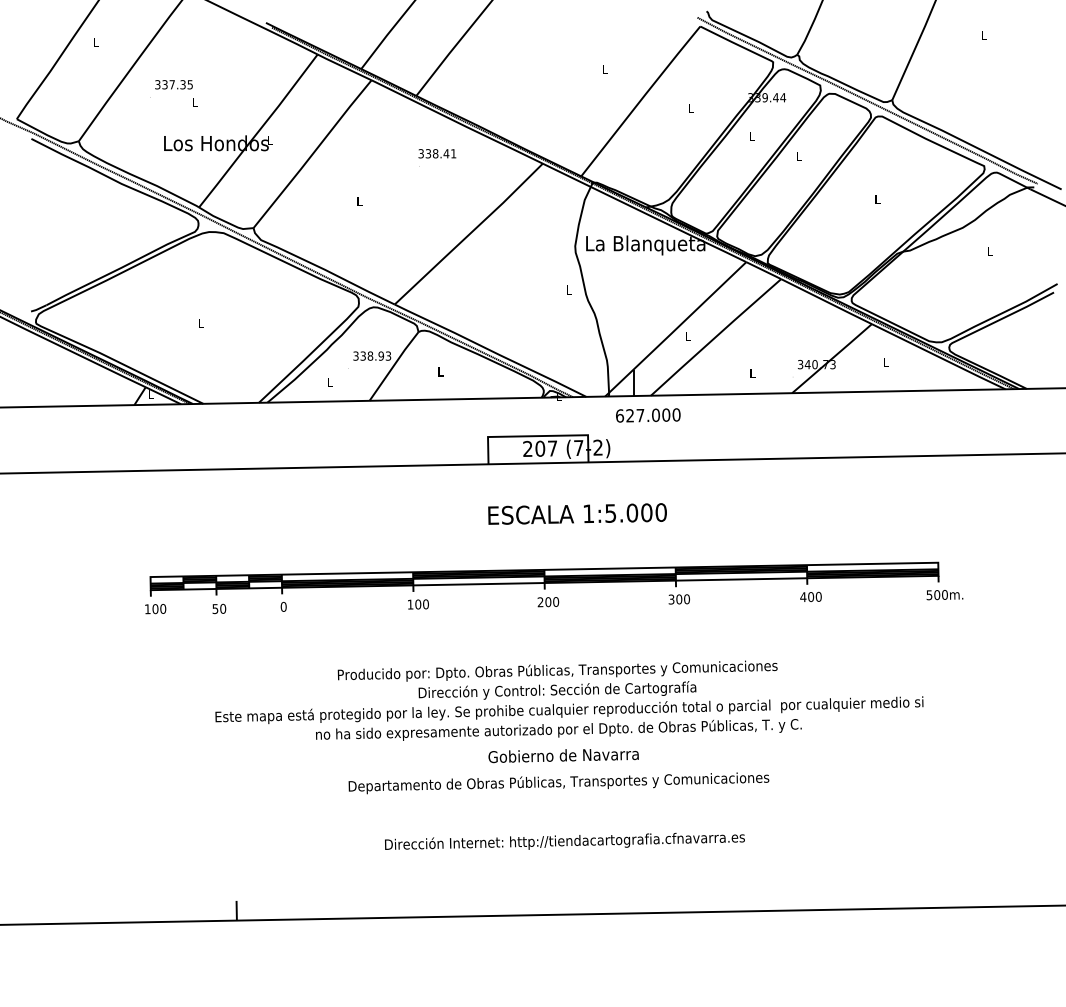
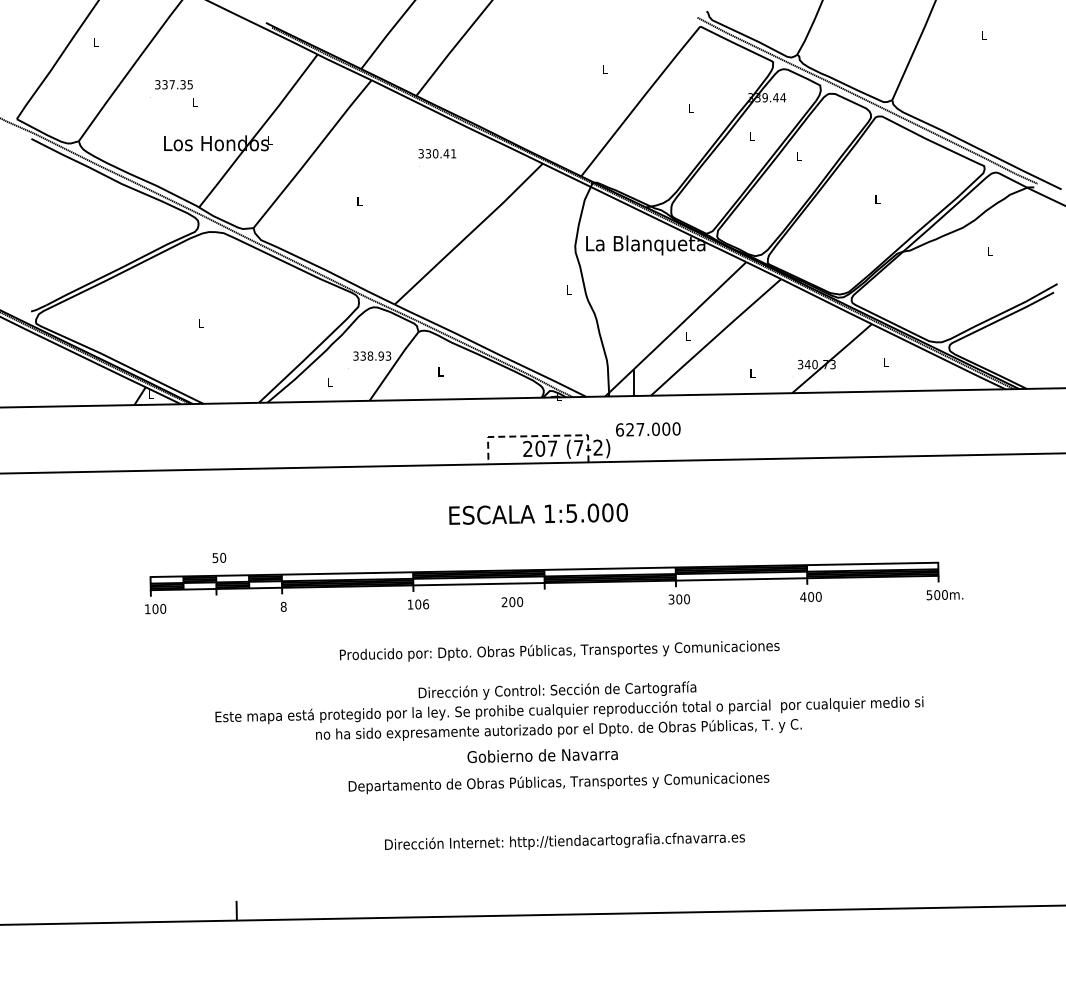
text at (435, 153): 338.41 -> 330.41
text at (648, 415) position: (648, 415) -> (648, 429)
line at (537, 436): solid -> dashed
text at (577, 513) position: (577, 513) -> (538, 513)
text at (548, 602) position: (548, 602) -> (512, 602)
text at (426, 603): 100 -> 106
text at (283, 606): 0 -> 8
text at (219, 608) position: (219, 608) -> (219, 557)
text at (557, 670) position: (557, 670) -> (559, 650)
text at (563, 756) position: (563, 756) -> (542, 756)
